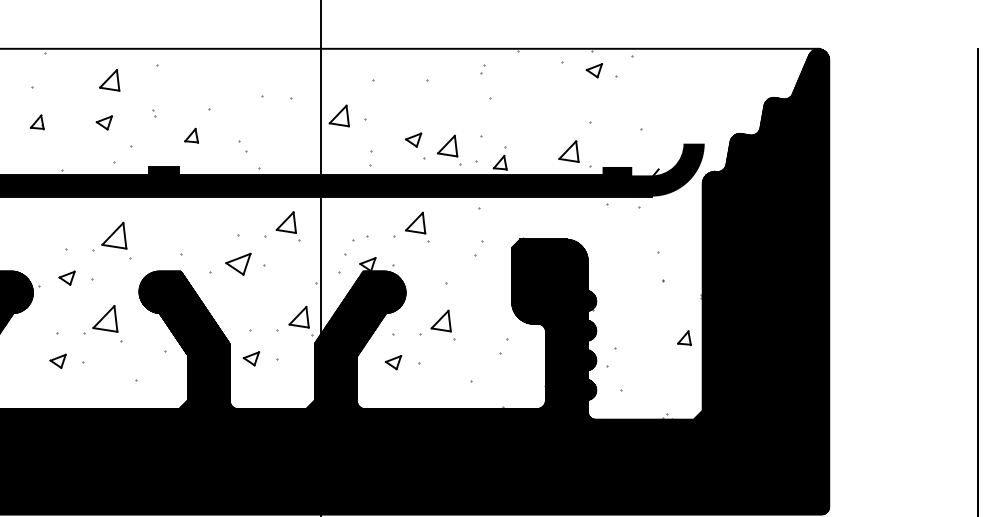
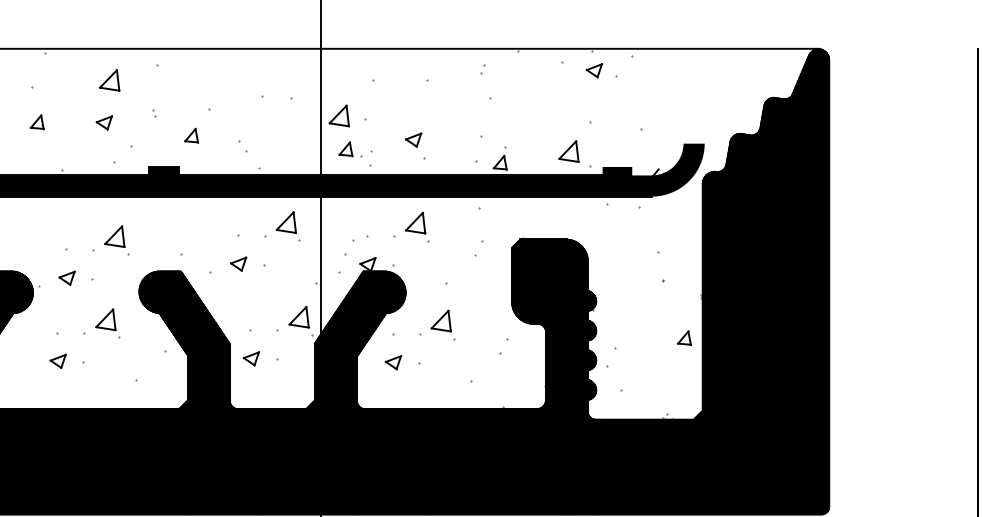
part at (350, 149): none -> present
part at (449, 149): present -> none
part at (116, 240) size: 31x39 px -> 26x31 px
part at (238, 263) size: 27x24 px -> 18x16 px
part at (107, 323) size: 31x38 px -> 26x31 px
